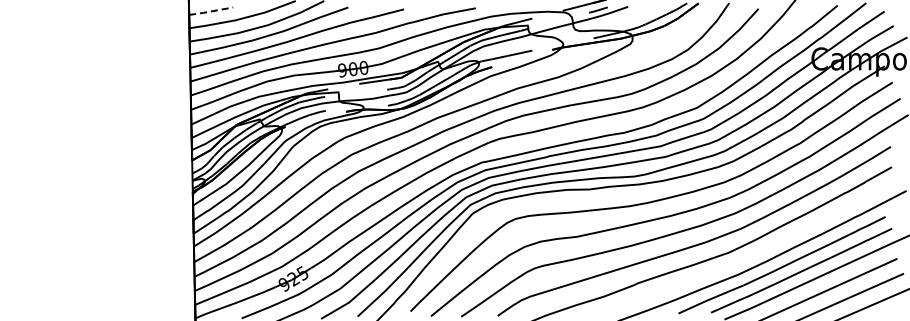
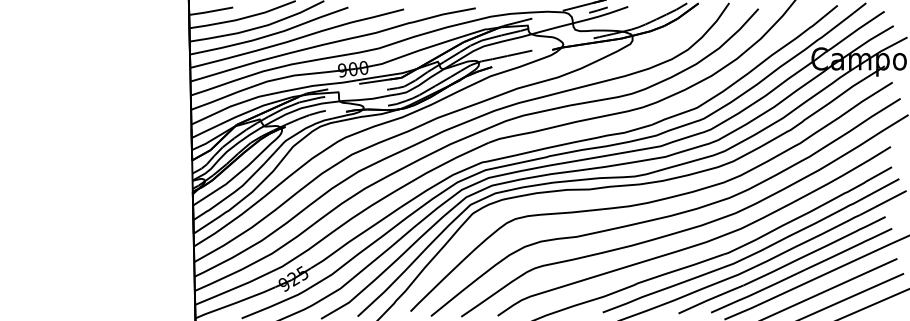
line at (210, 11): dashed -> solid
curve at (754, 252): none -> present
